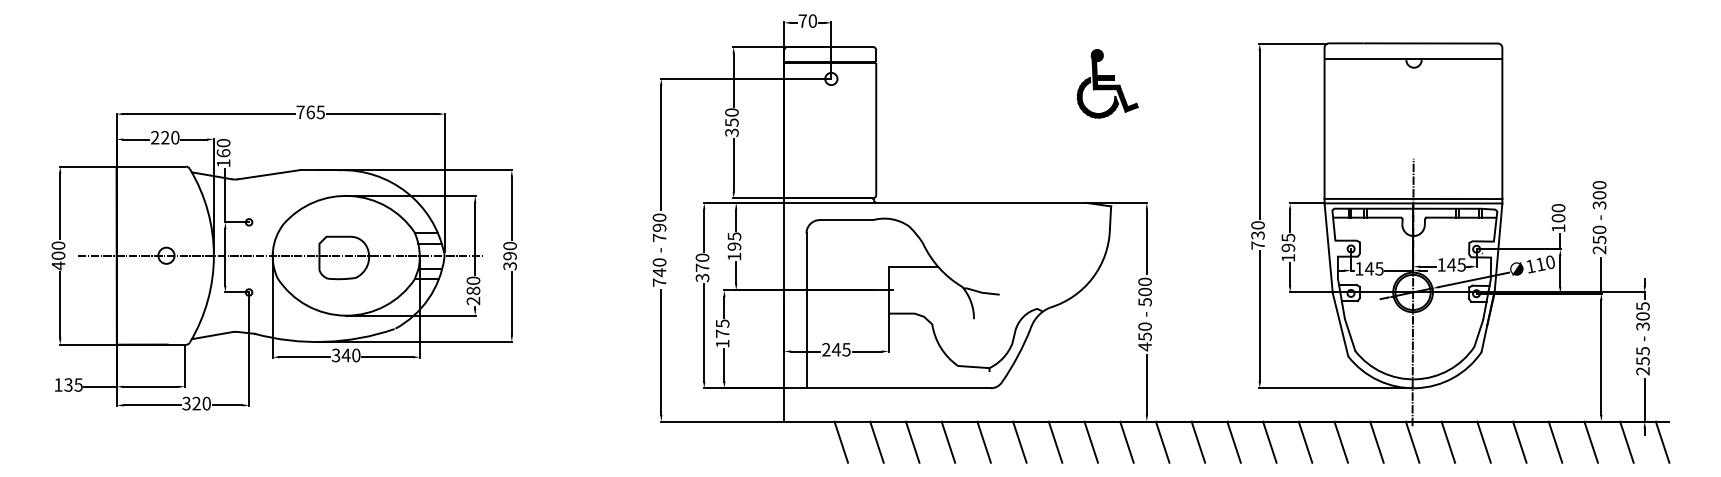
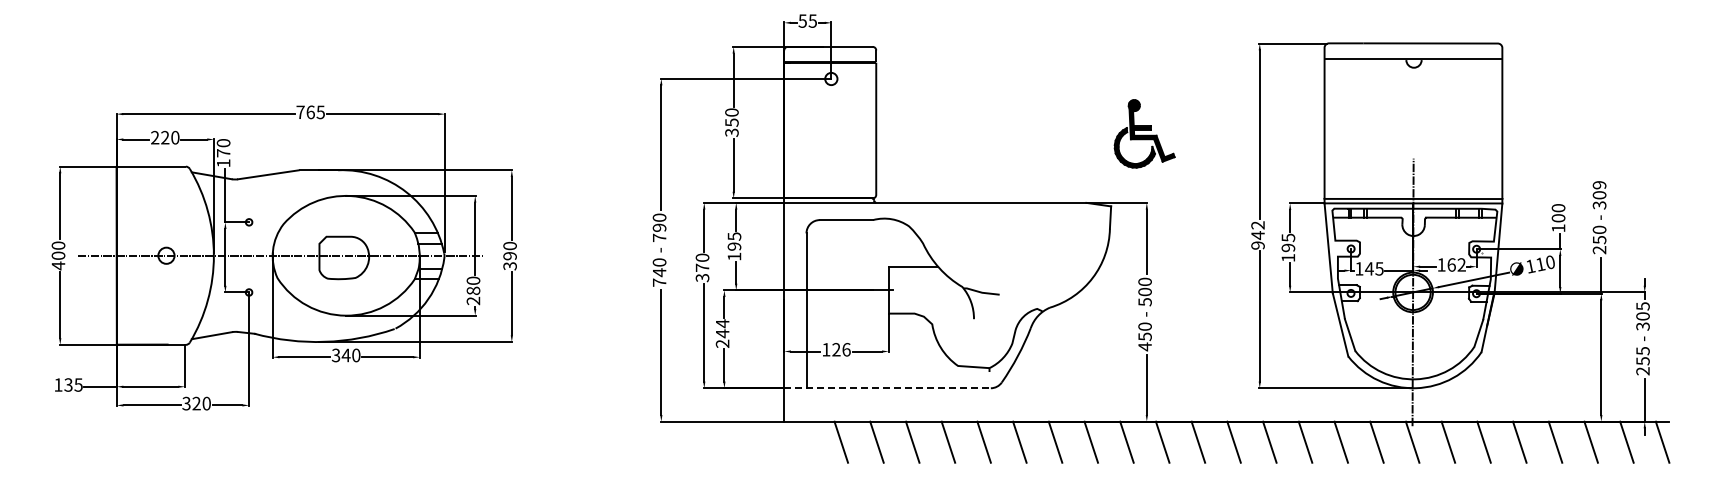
text at (807, 20): 70 -> 55
part at (1107, 83) position: (1107, 83) -> (1144, 133)
text at (223, 153): 160 -> 170
text at (1599, 185): 300 -> 309
text at (1257, 235): 730 -> 942
text at (1456, 264): 145 -> 162
text at (722, 333): 175 -> 244
text at (836, 349): 245 -> 126
line at (888, 388): solid -> dashed
